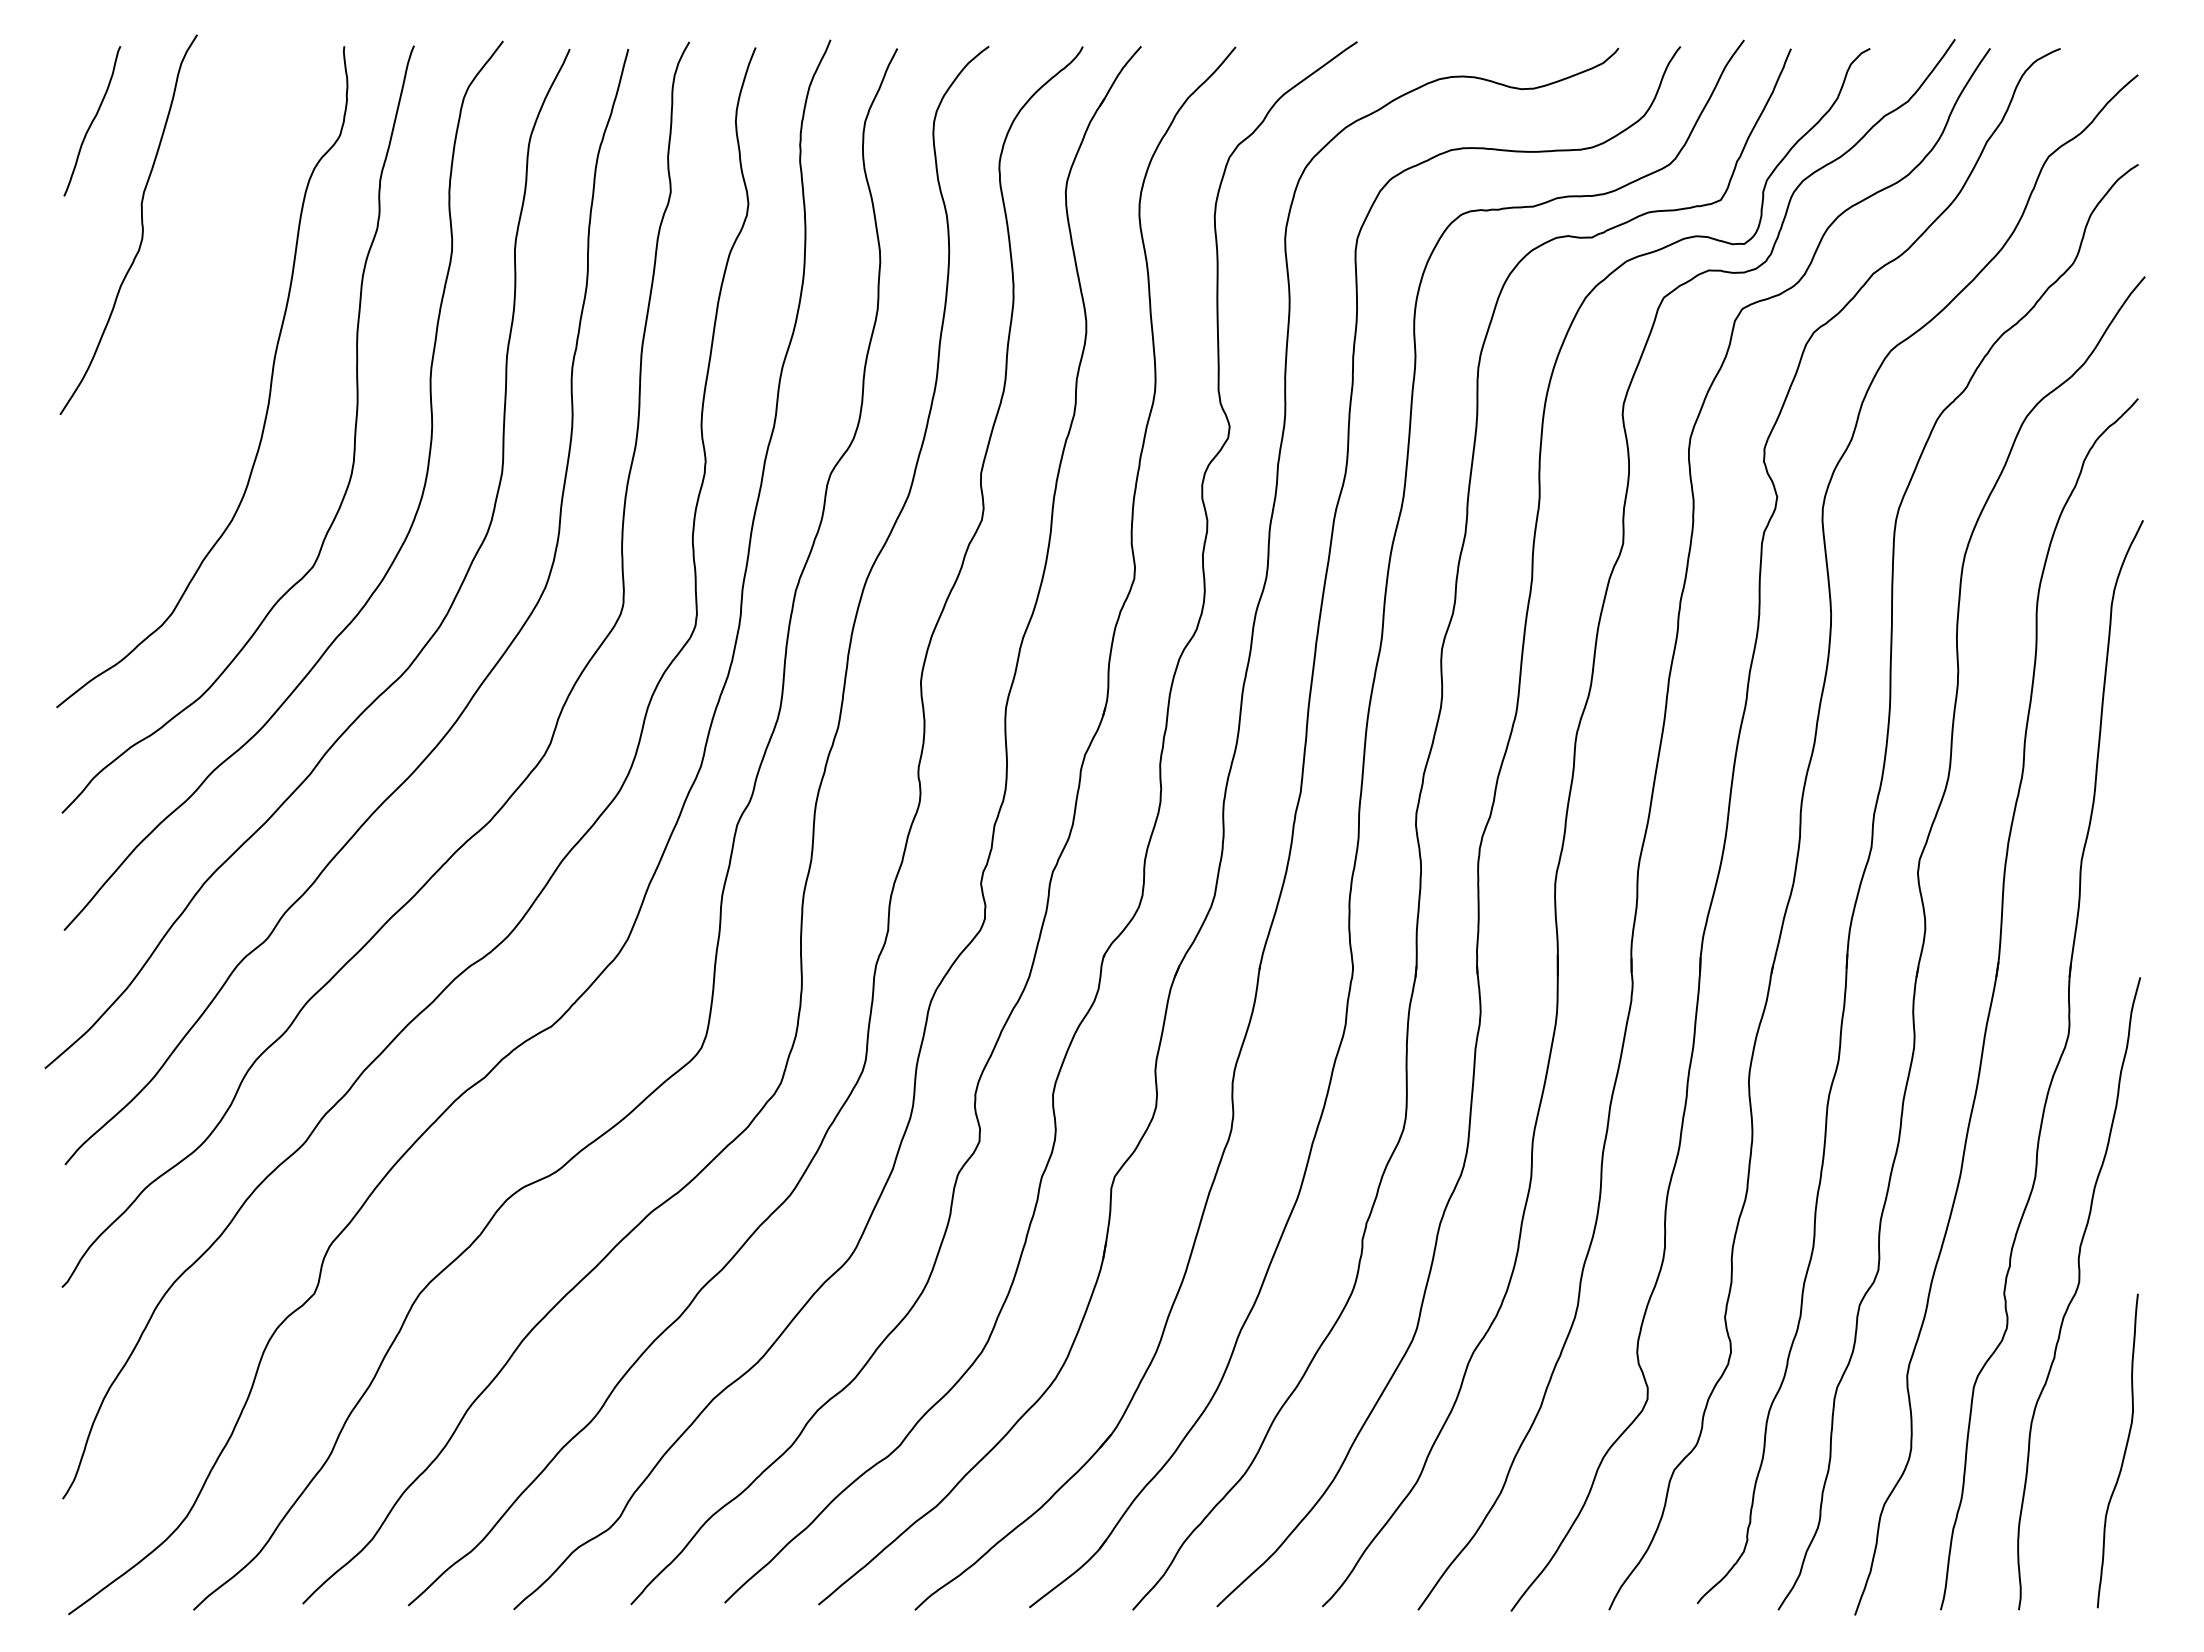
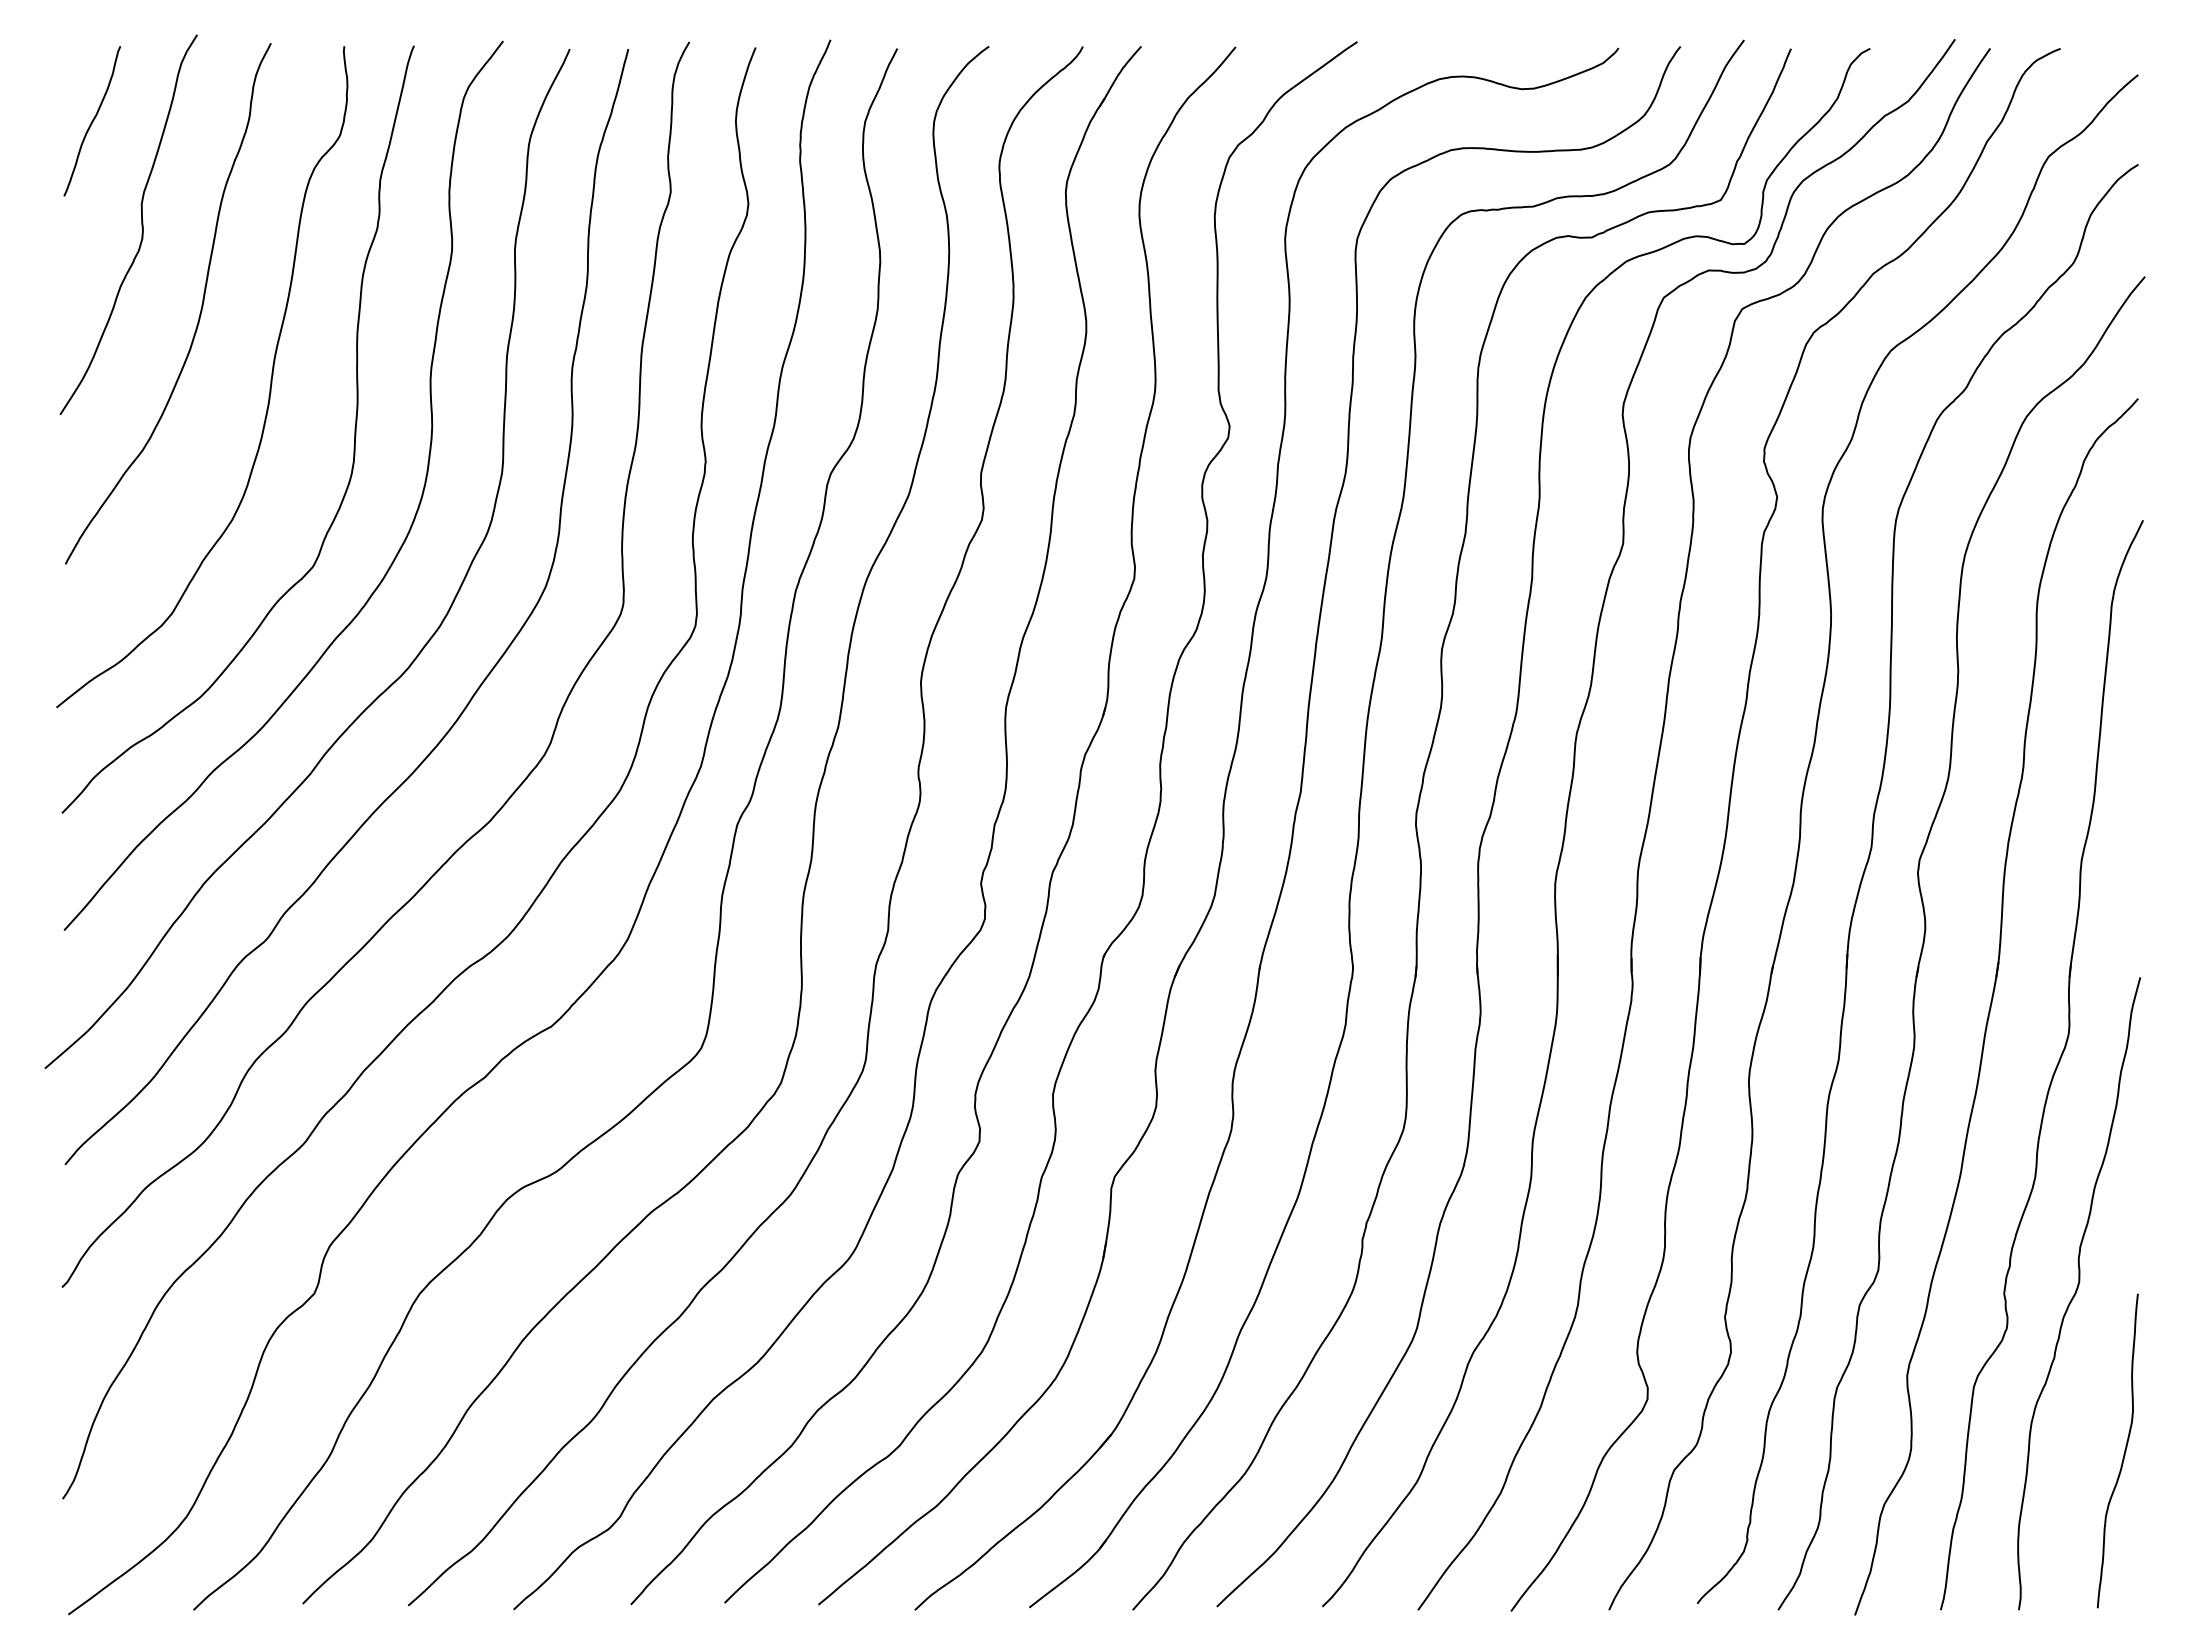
curve at (200, 309): none -> present
